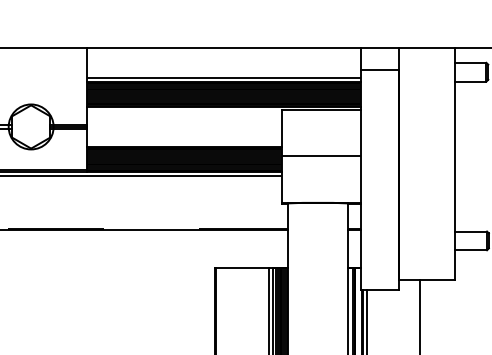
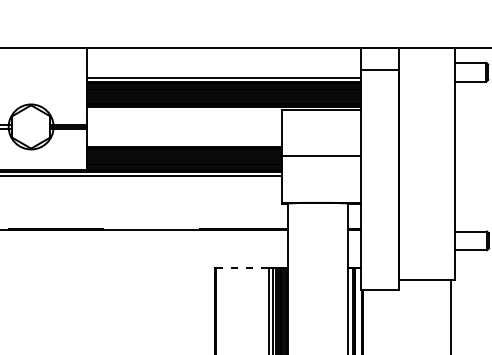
line at (242, 267): solid -> dashed
line at (419, 315) position: (419, 315) -> (450, 315)
line at (366, 320): present -> none
